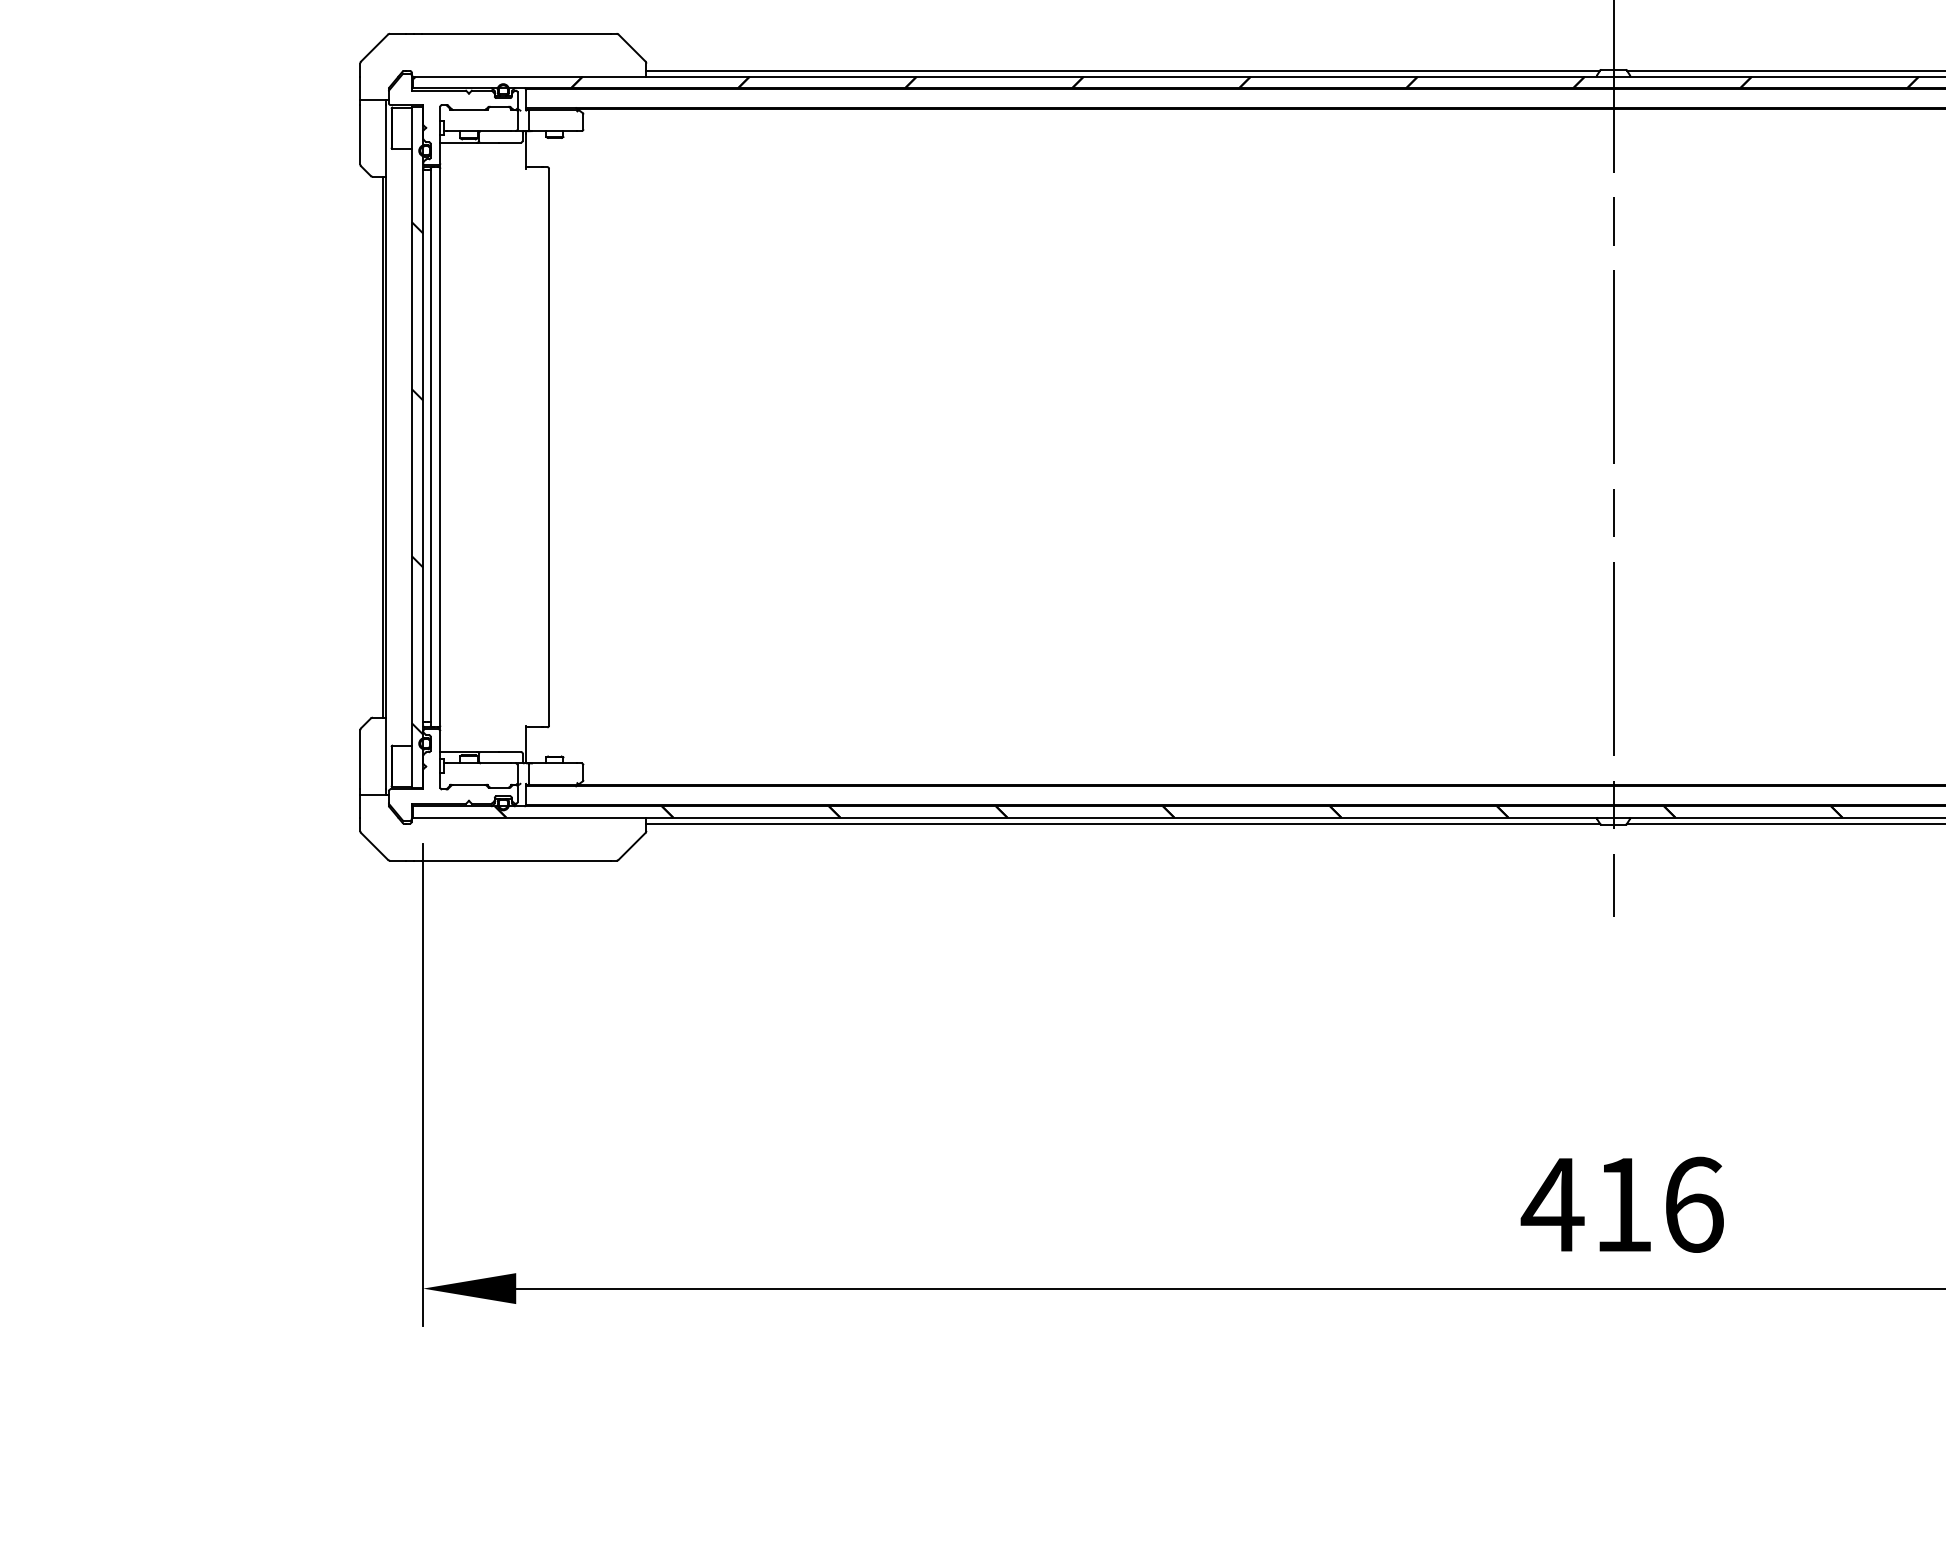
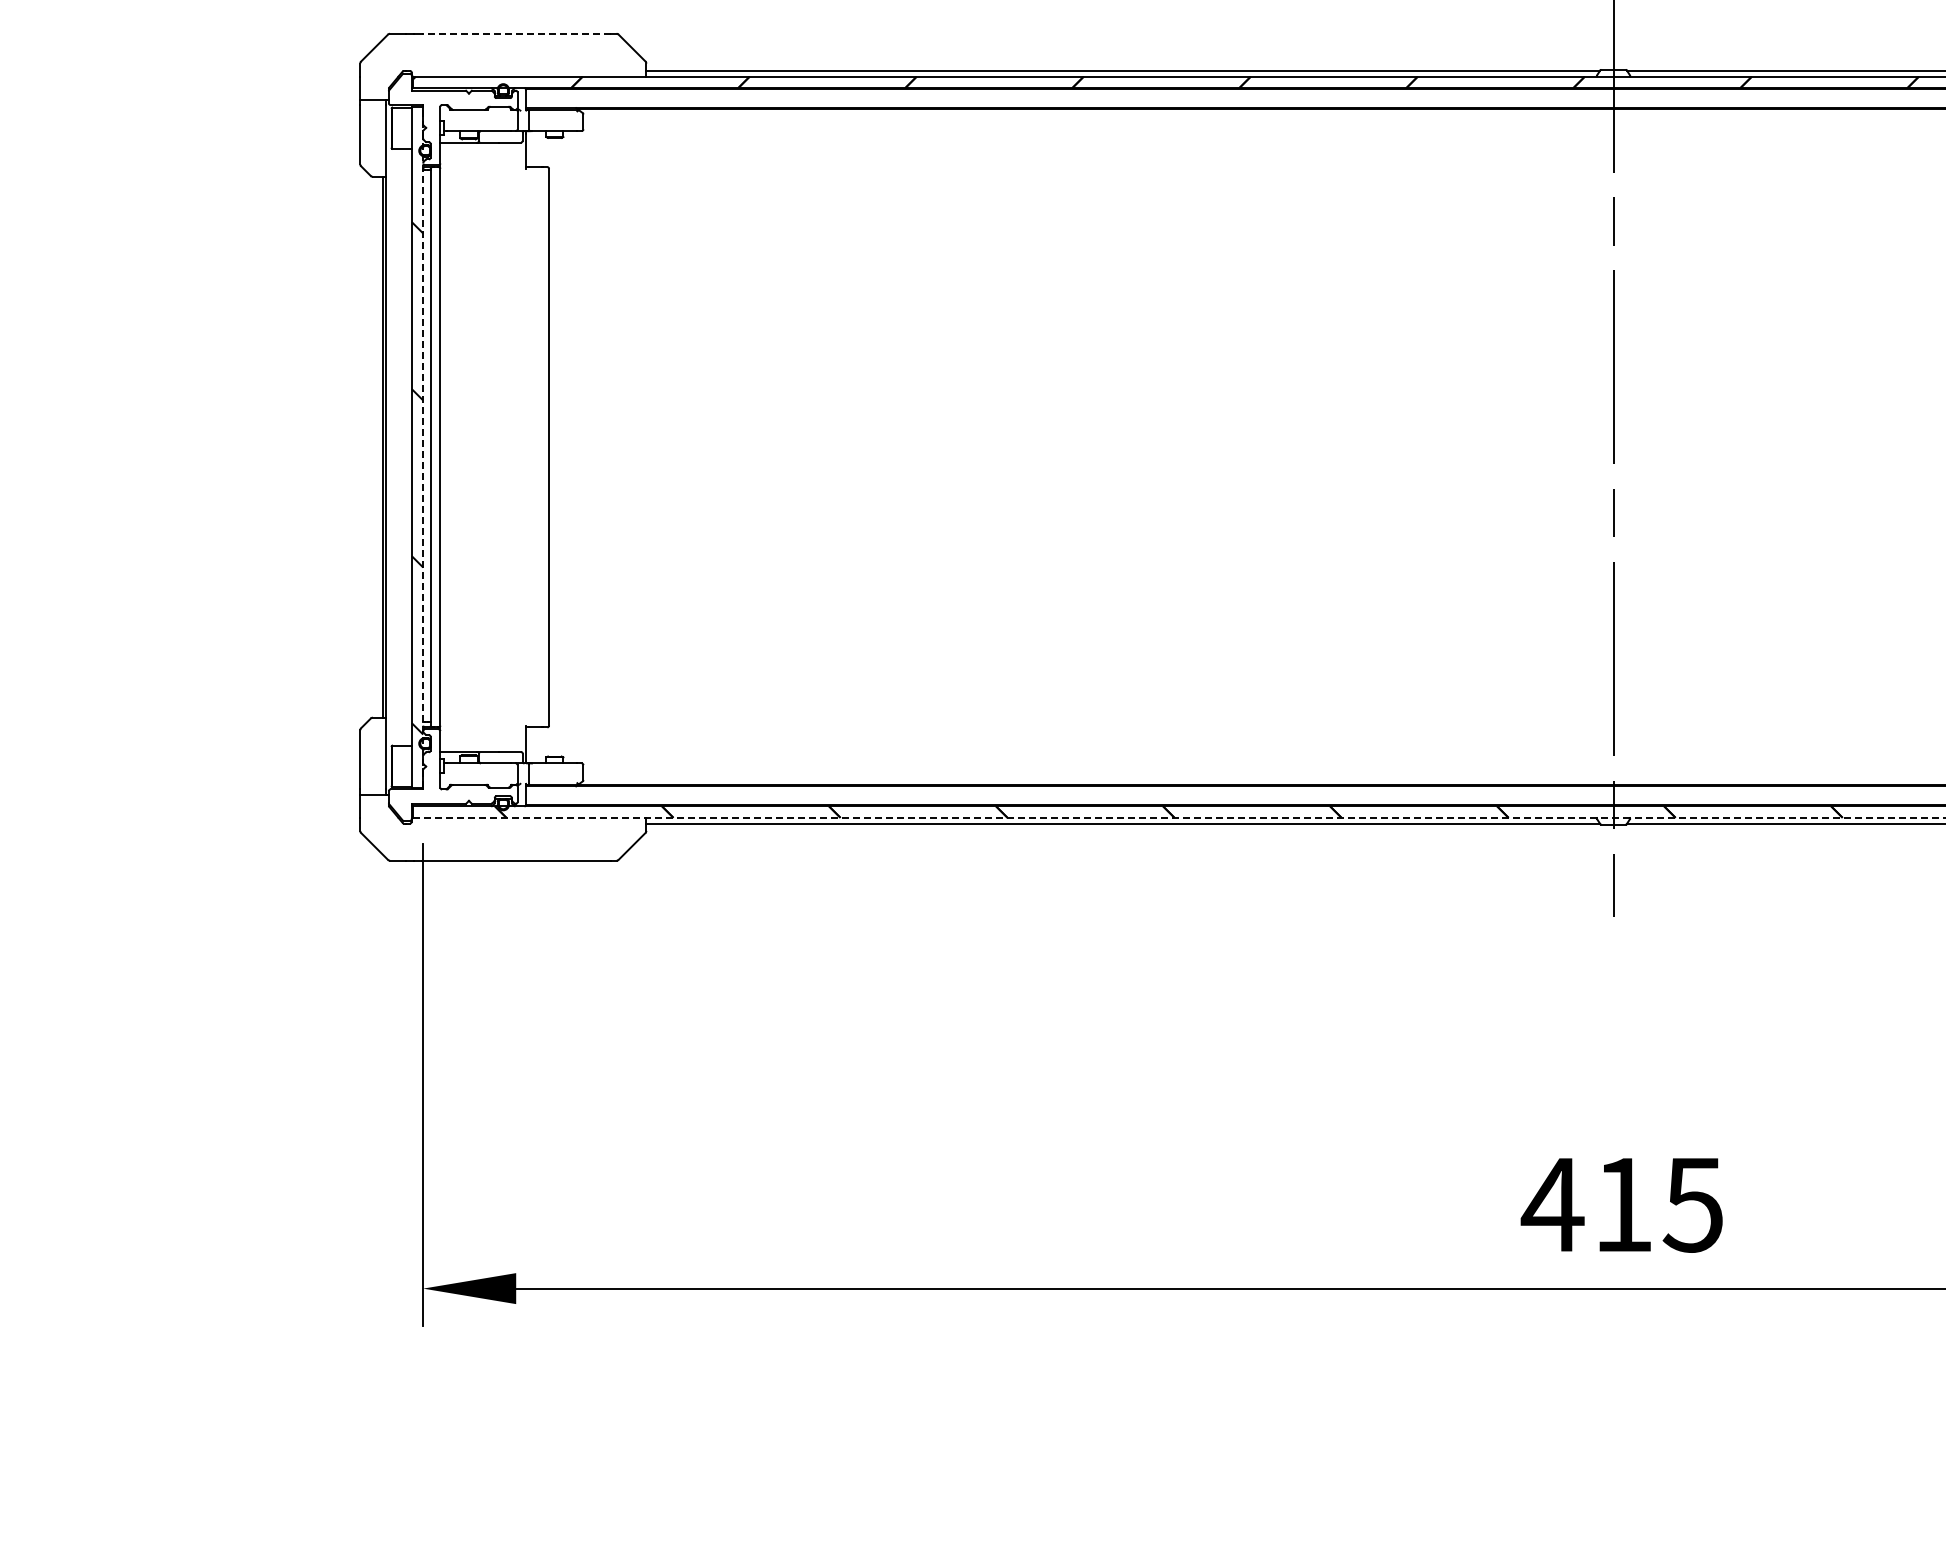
line at (516, 33): solid -> dashed
line at (423, 447): solid -> dashed
line at (1180, 817): solid -> dashed
text at (1692, 1204): 416 -> 415
